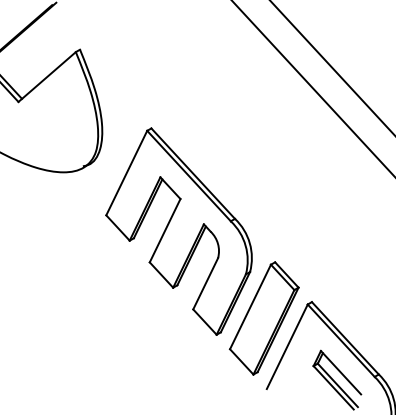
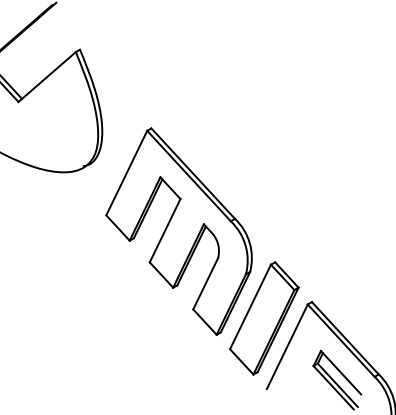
line at (331, 67): present -> none
line at (312, 88): present -> none
